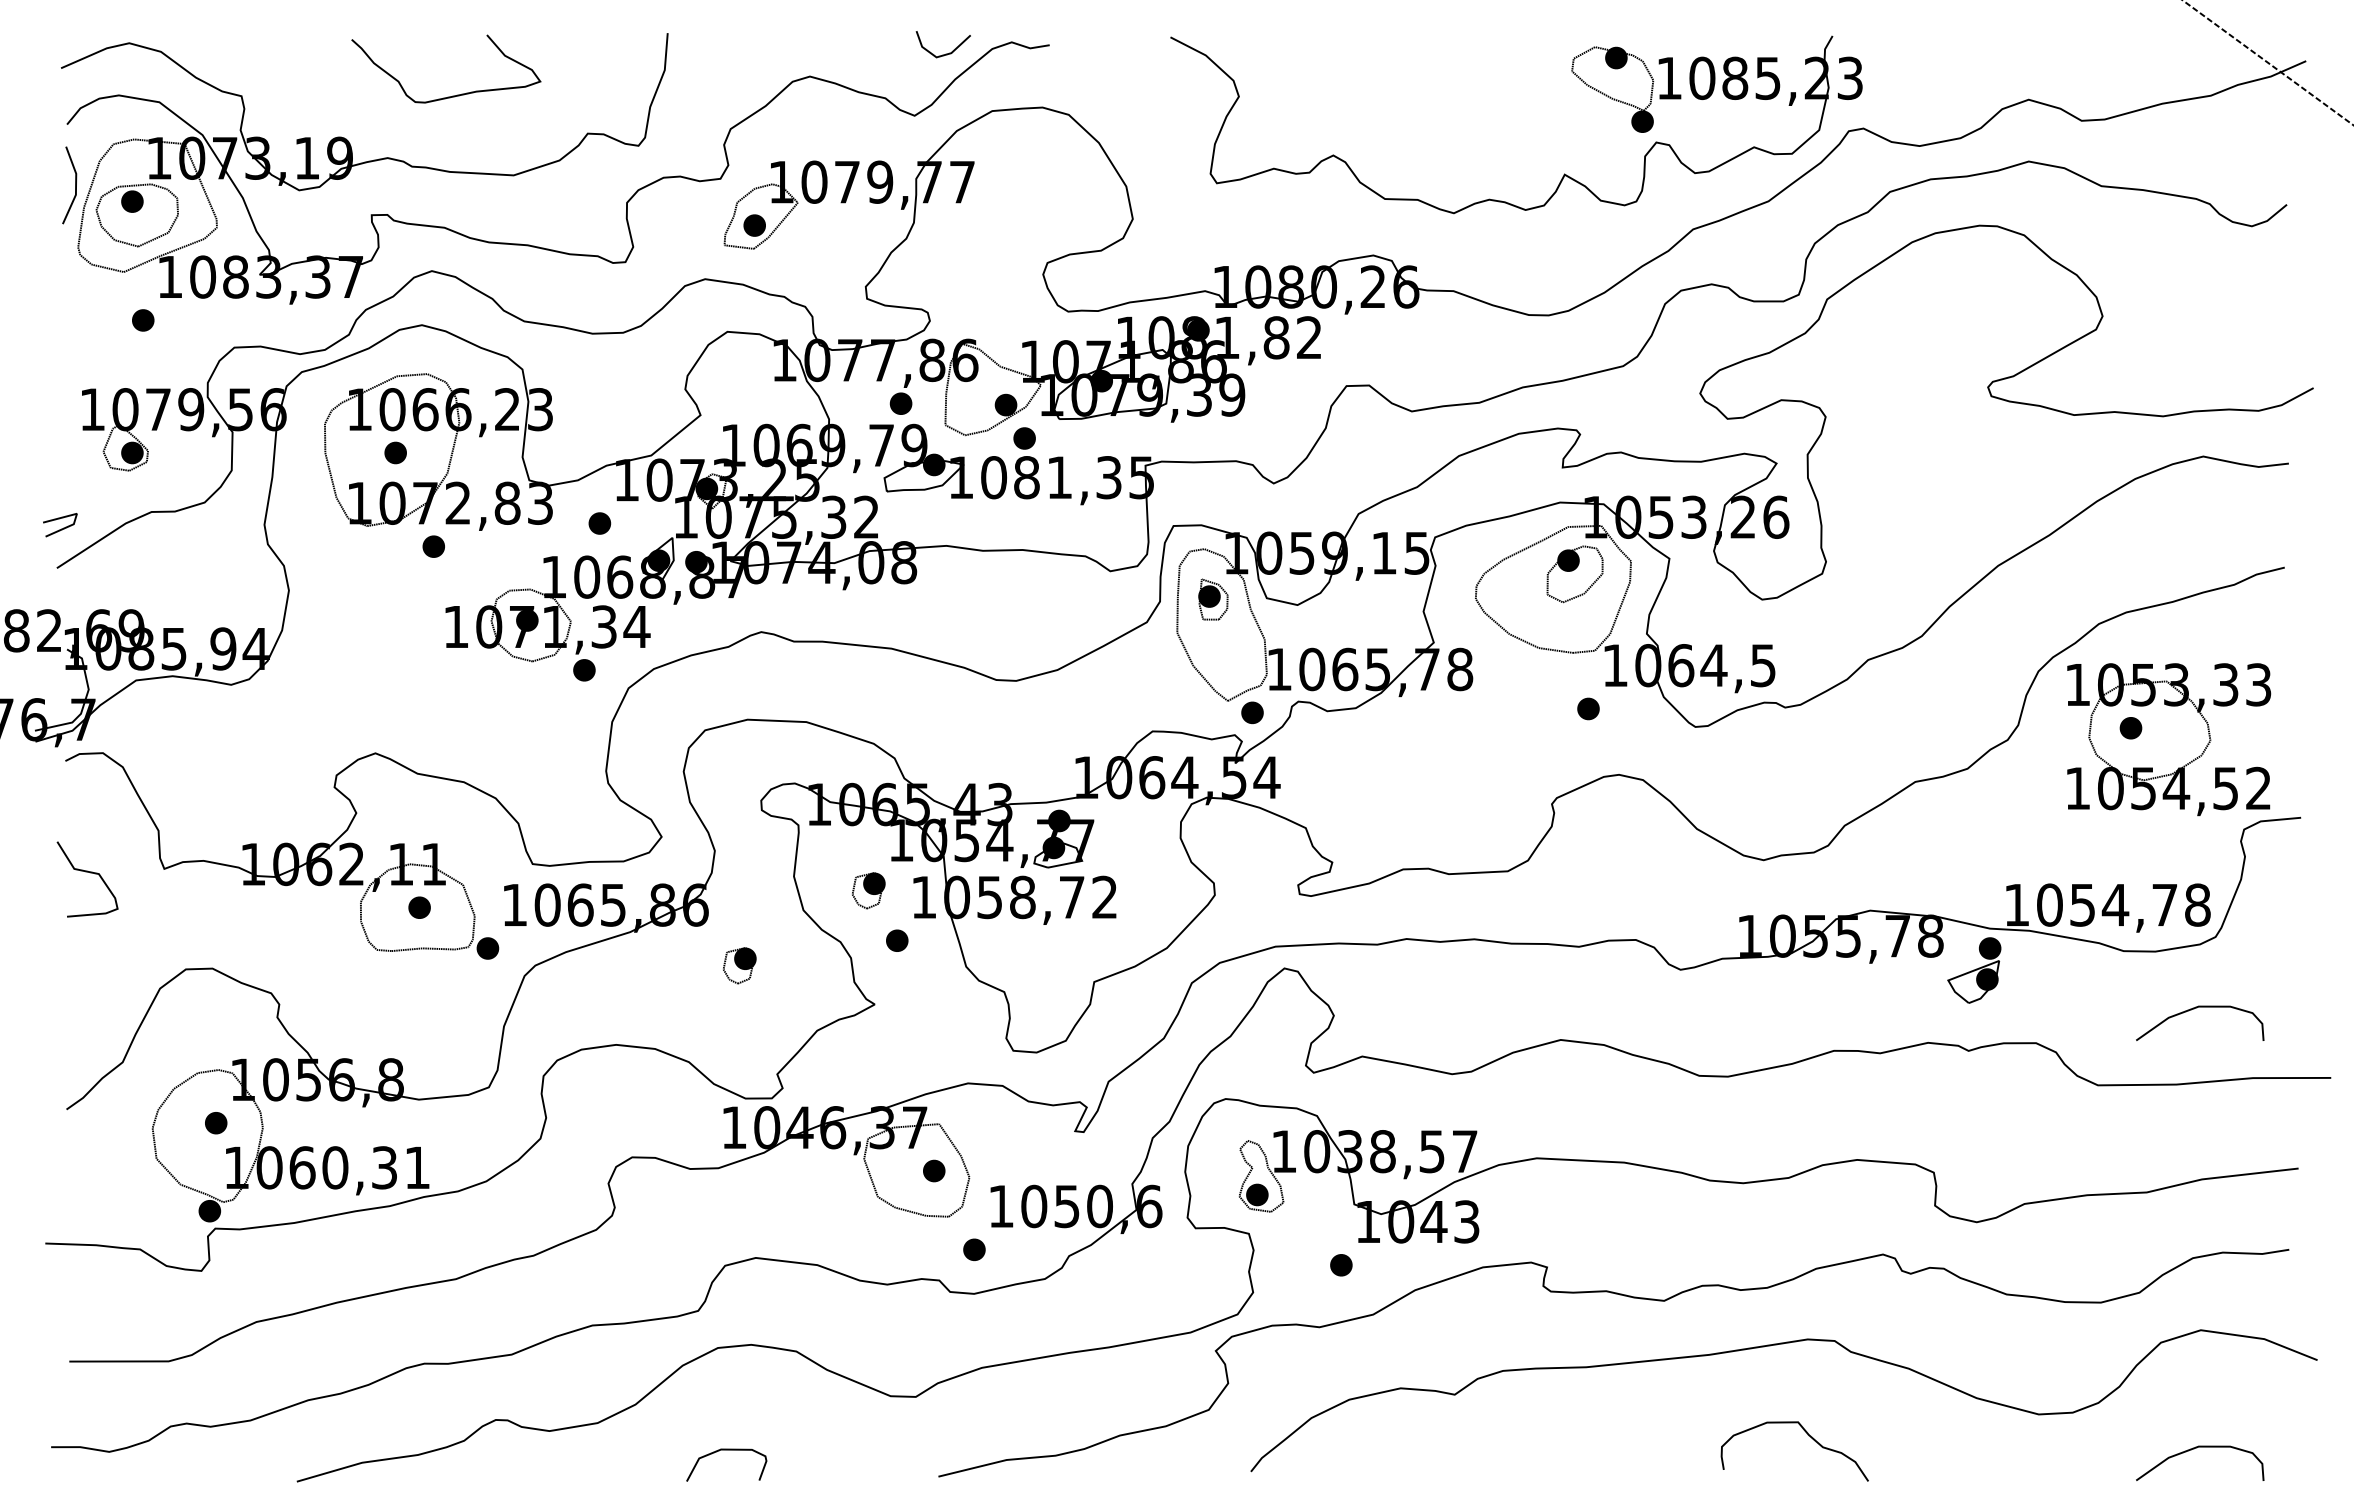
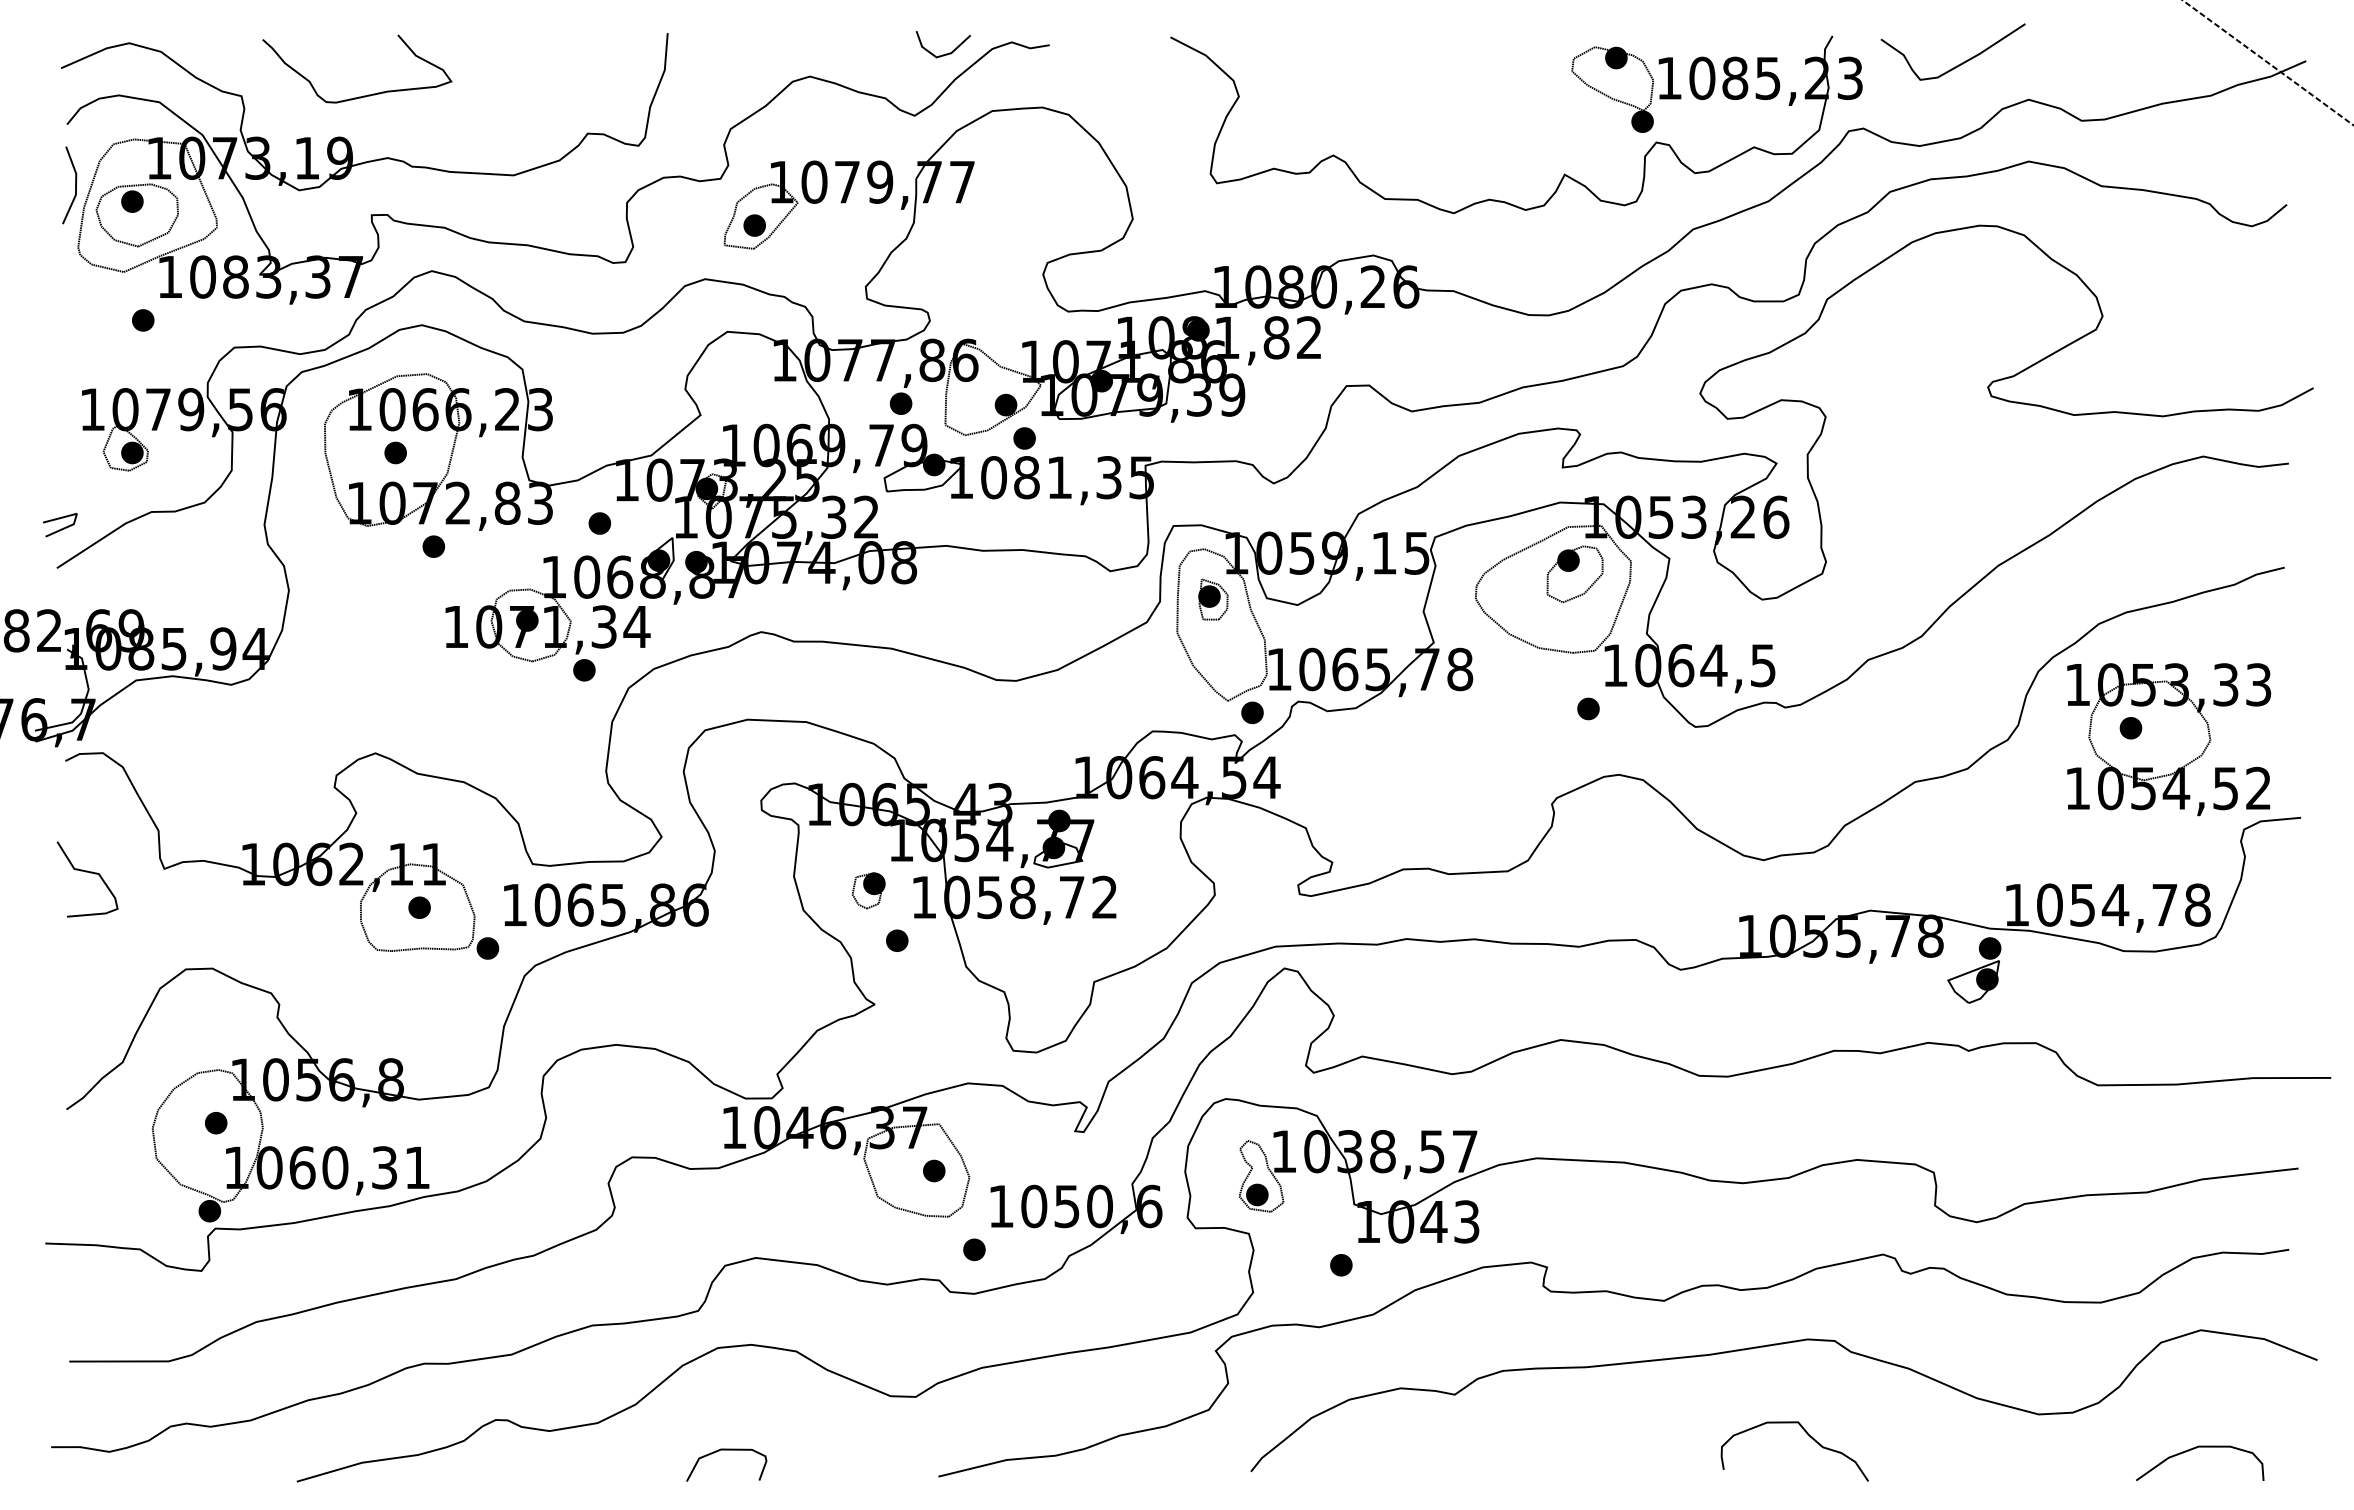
curve at (1958, 64): none -> present
curve at (452, 95) position: (452, 95) -> (363, 95)
part at (739, 965): present -> none
curve at (2194, 1009): present -> none
